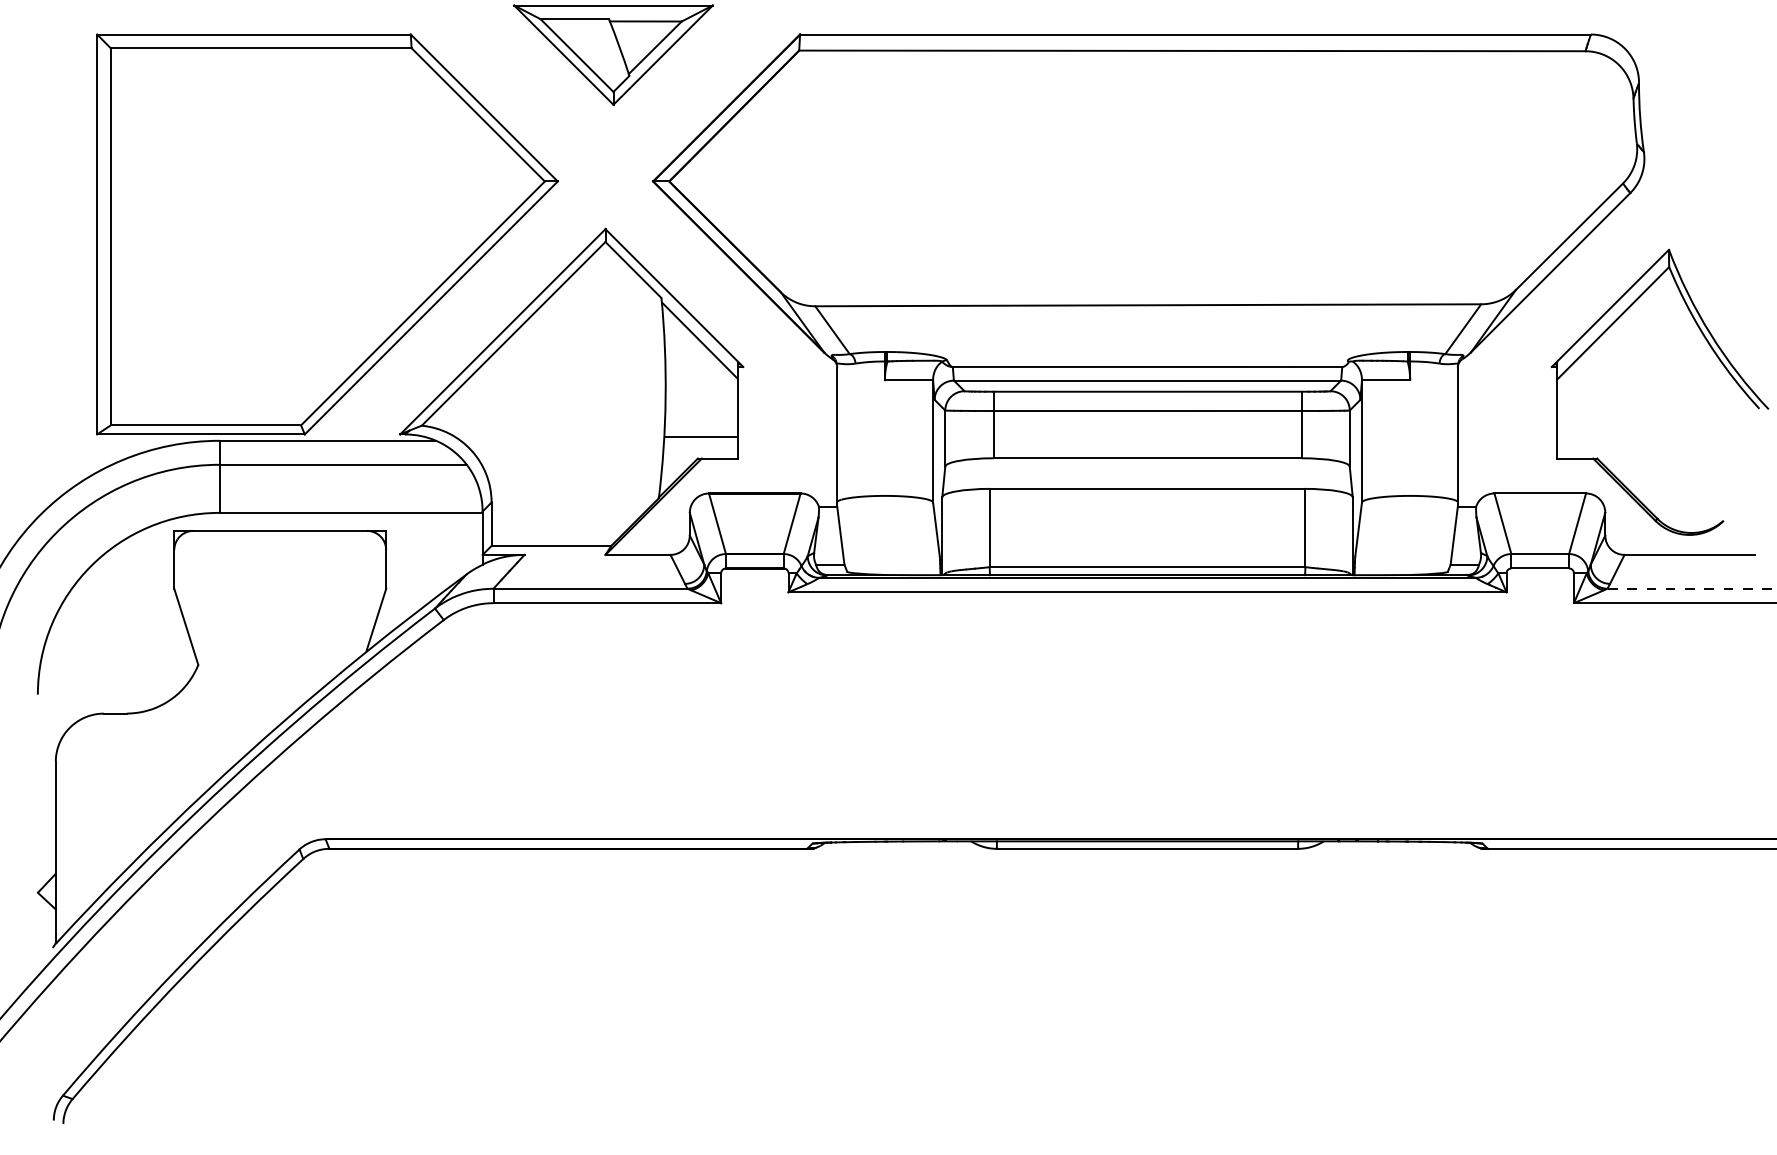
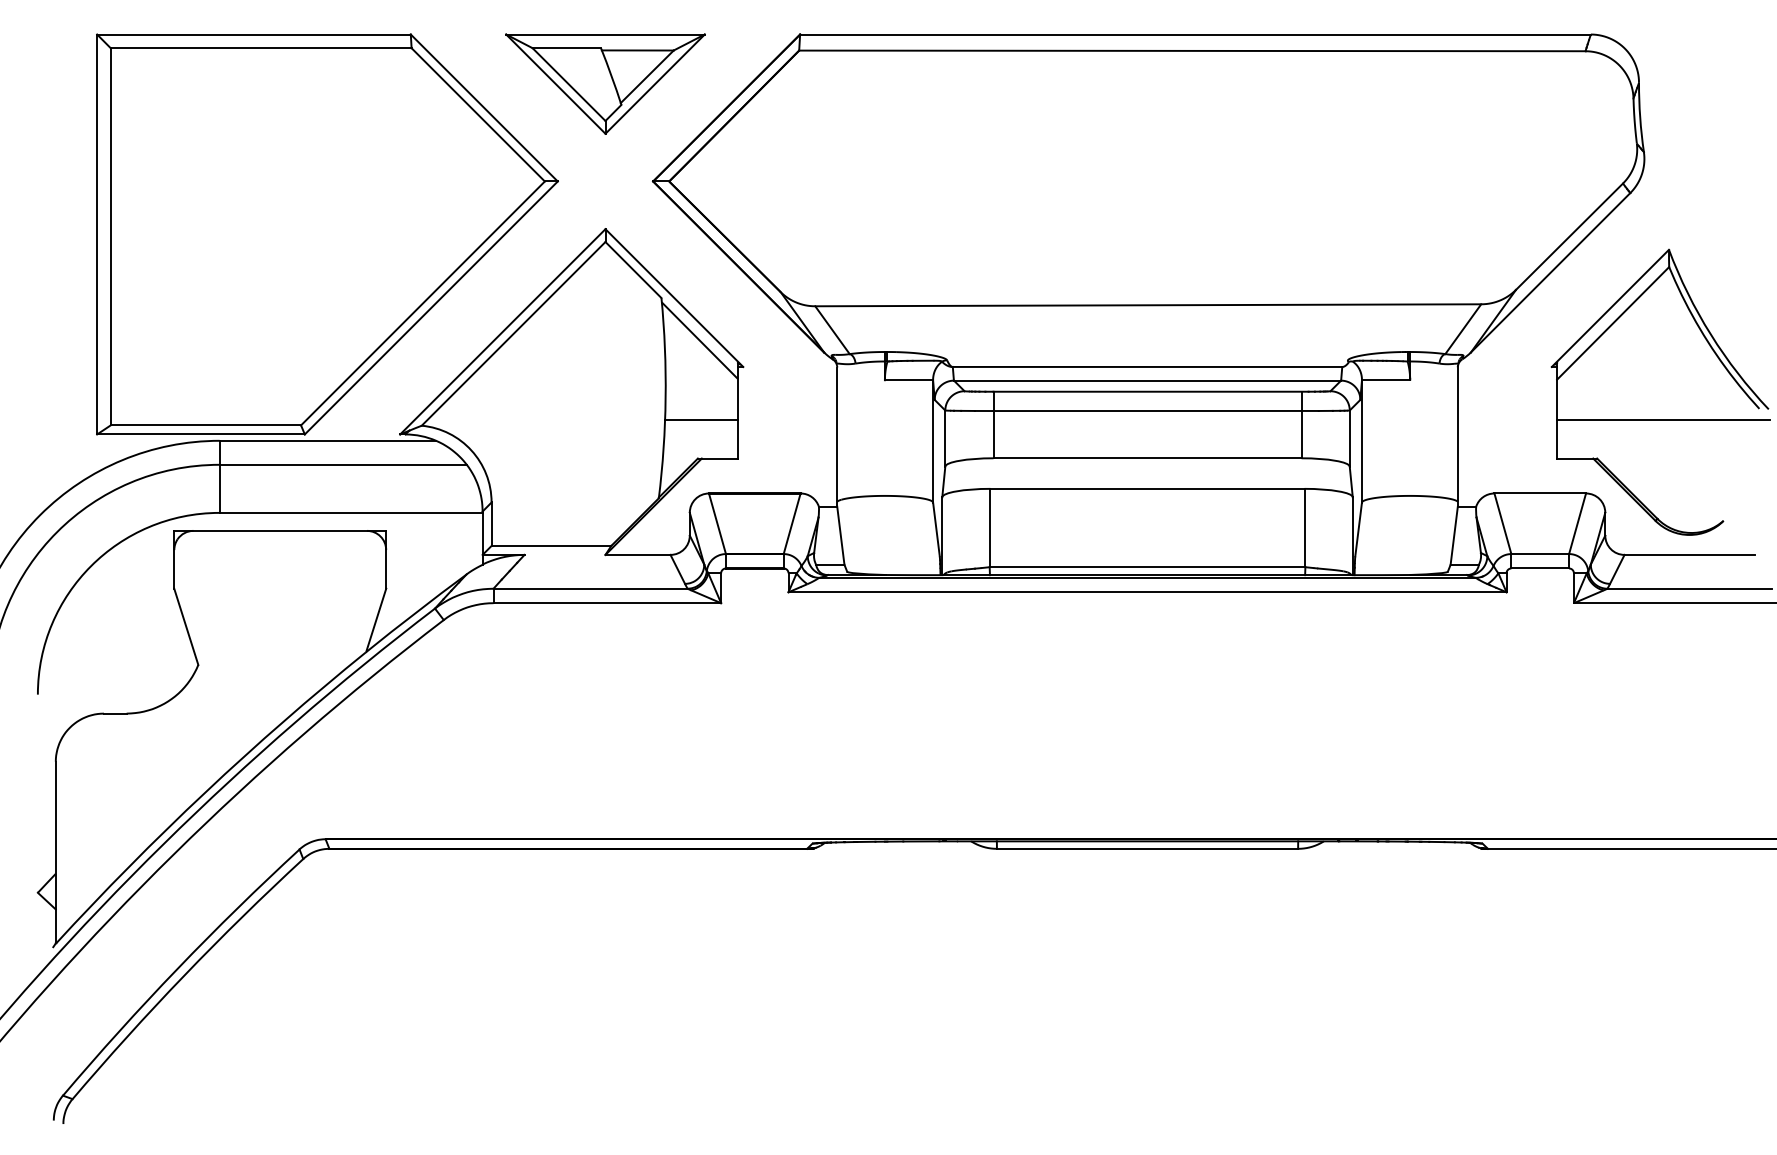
part at (613, 54) position: (613, 54) -> (605, 83)
line at (1663, 420): none -> present
line at (701, 437) position: (701, 437) -> (701, 420)
line at (1689, 588): dashed -> solid
